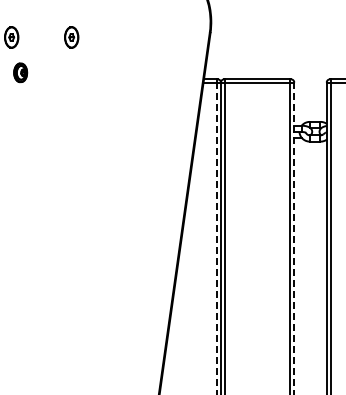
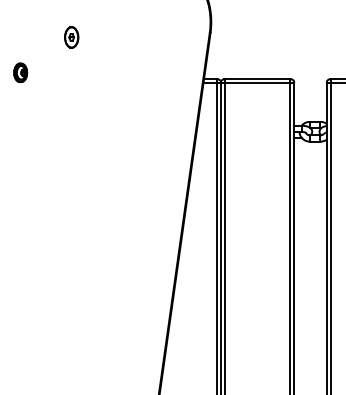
part at (11, 37): present -> none
line at (216, 238): dashed -> solid
line at (294, 238): dashed -> solid
